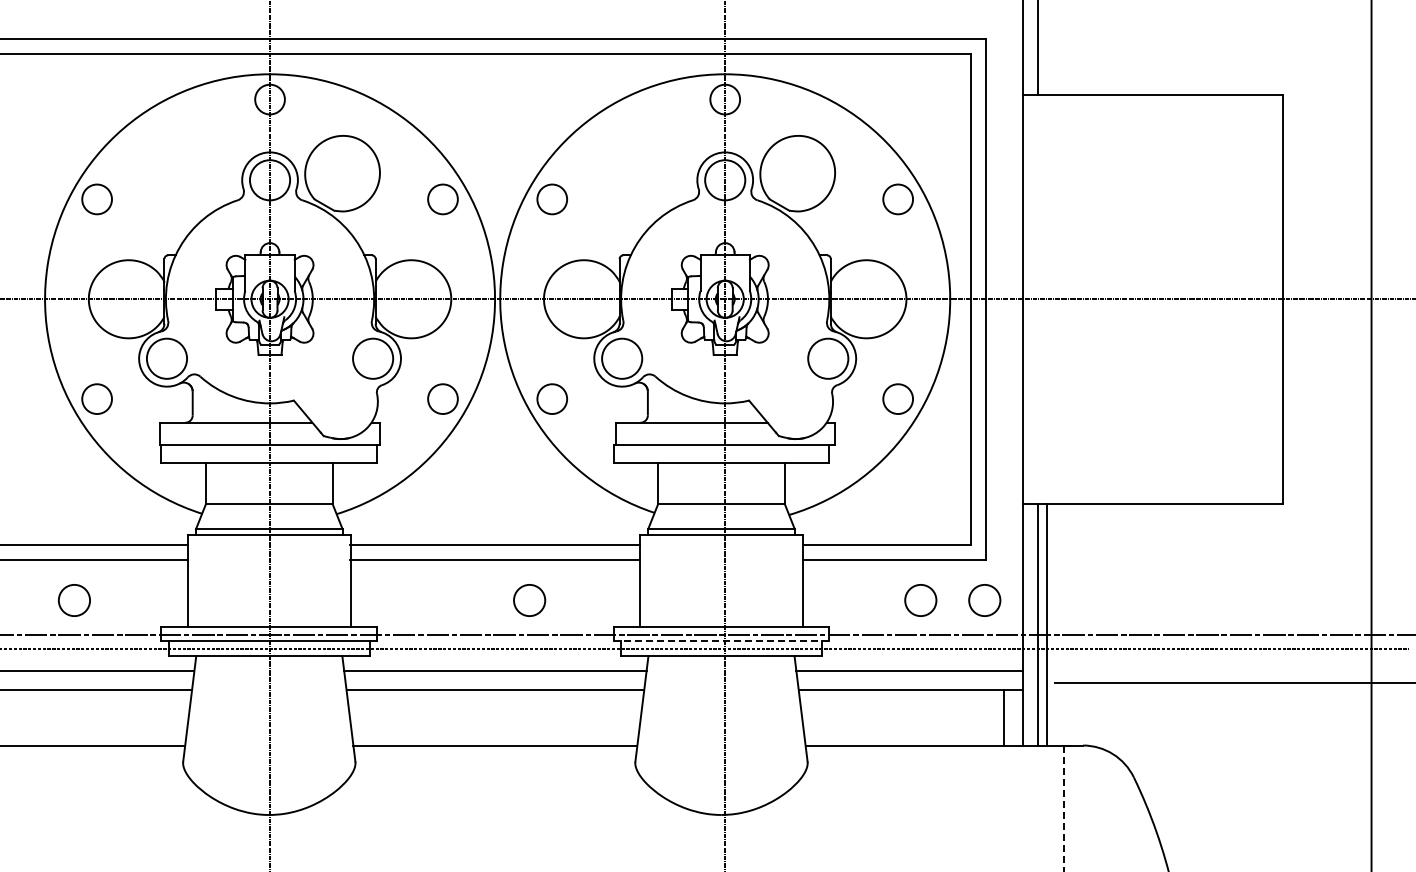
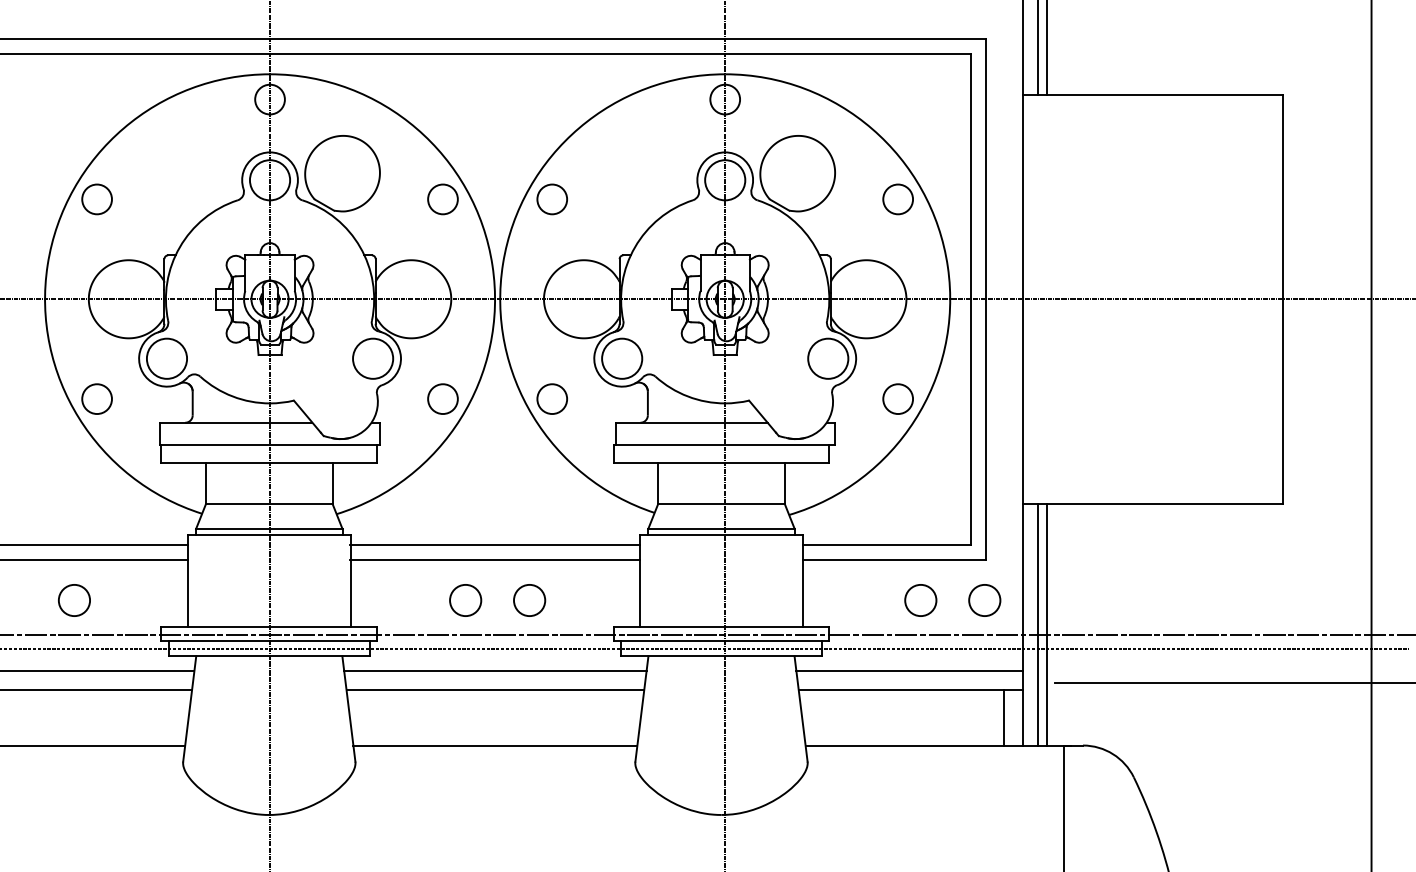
line at (1046, 48): none -> present
circle at (465, 600): none -> present
line at (721, 641): dashed -> solid
line at (1064, 808): dashed -> solid
